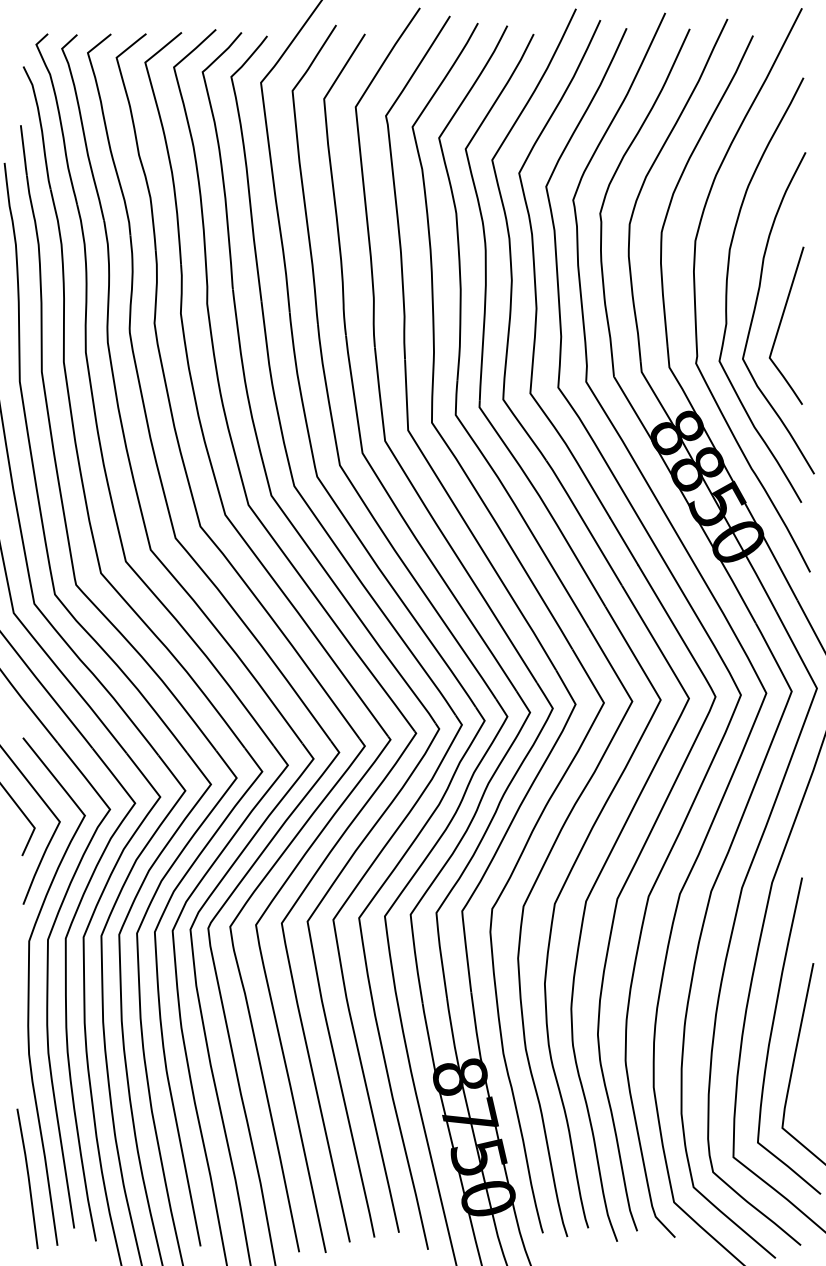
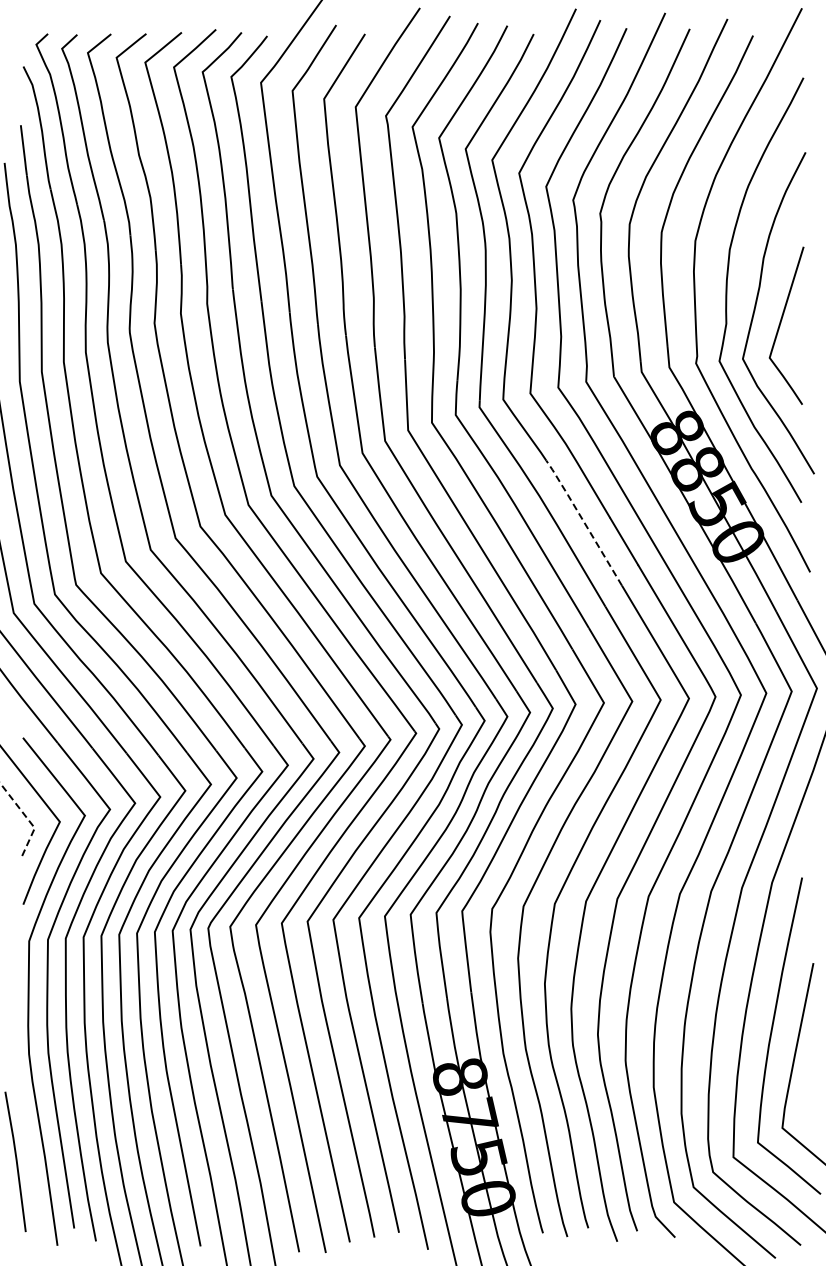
line at (583, 521): solid -> dashed
line at (26, 817): solid -> dashed
line at (27, 1178) position: (27, 1178) -> (15, 1161)
